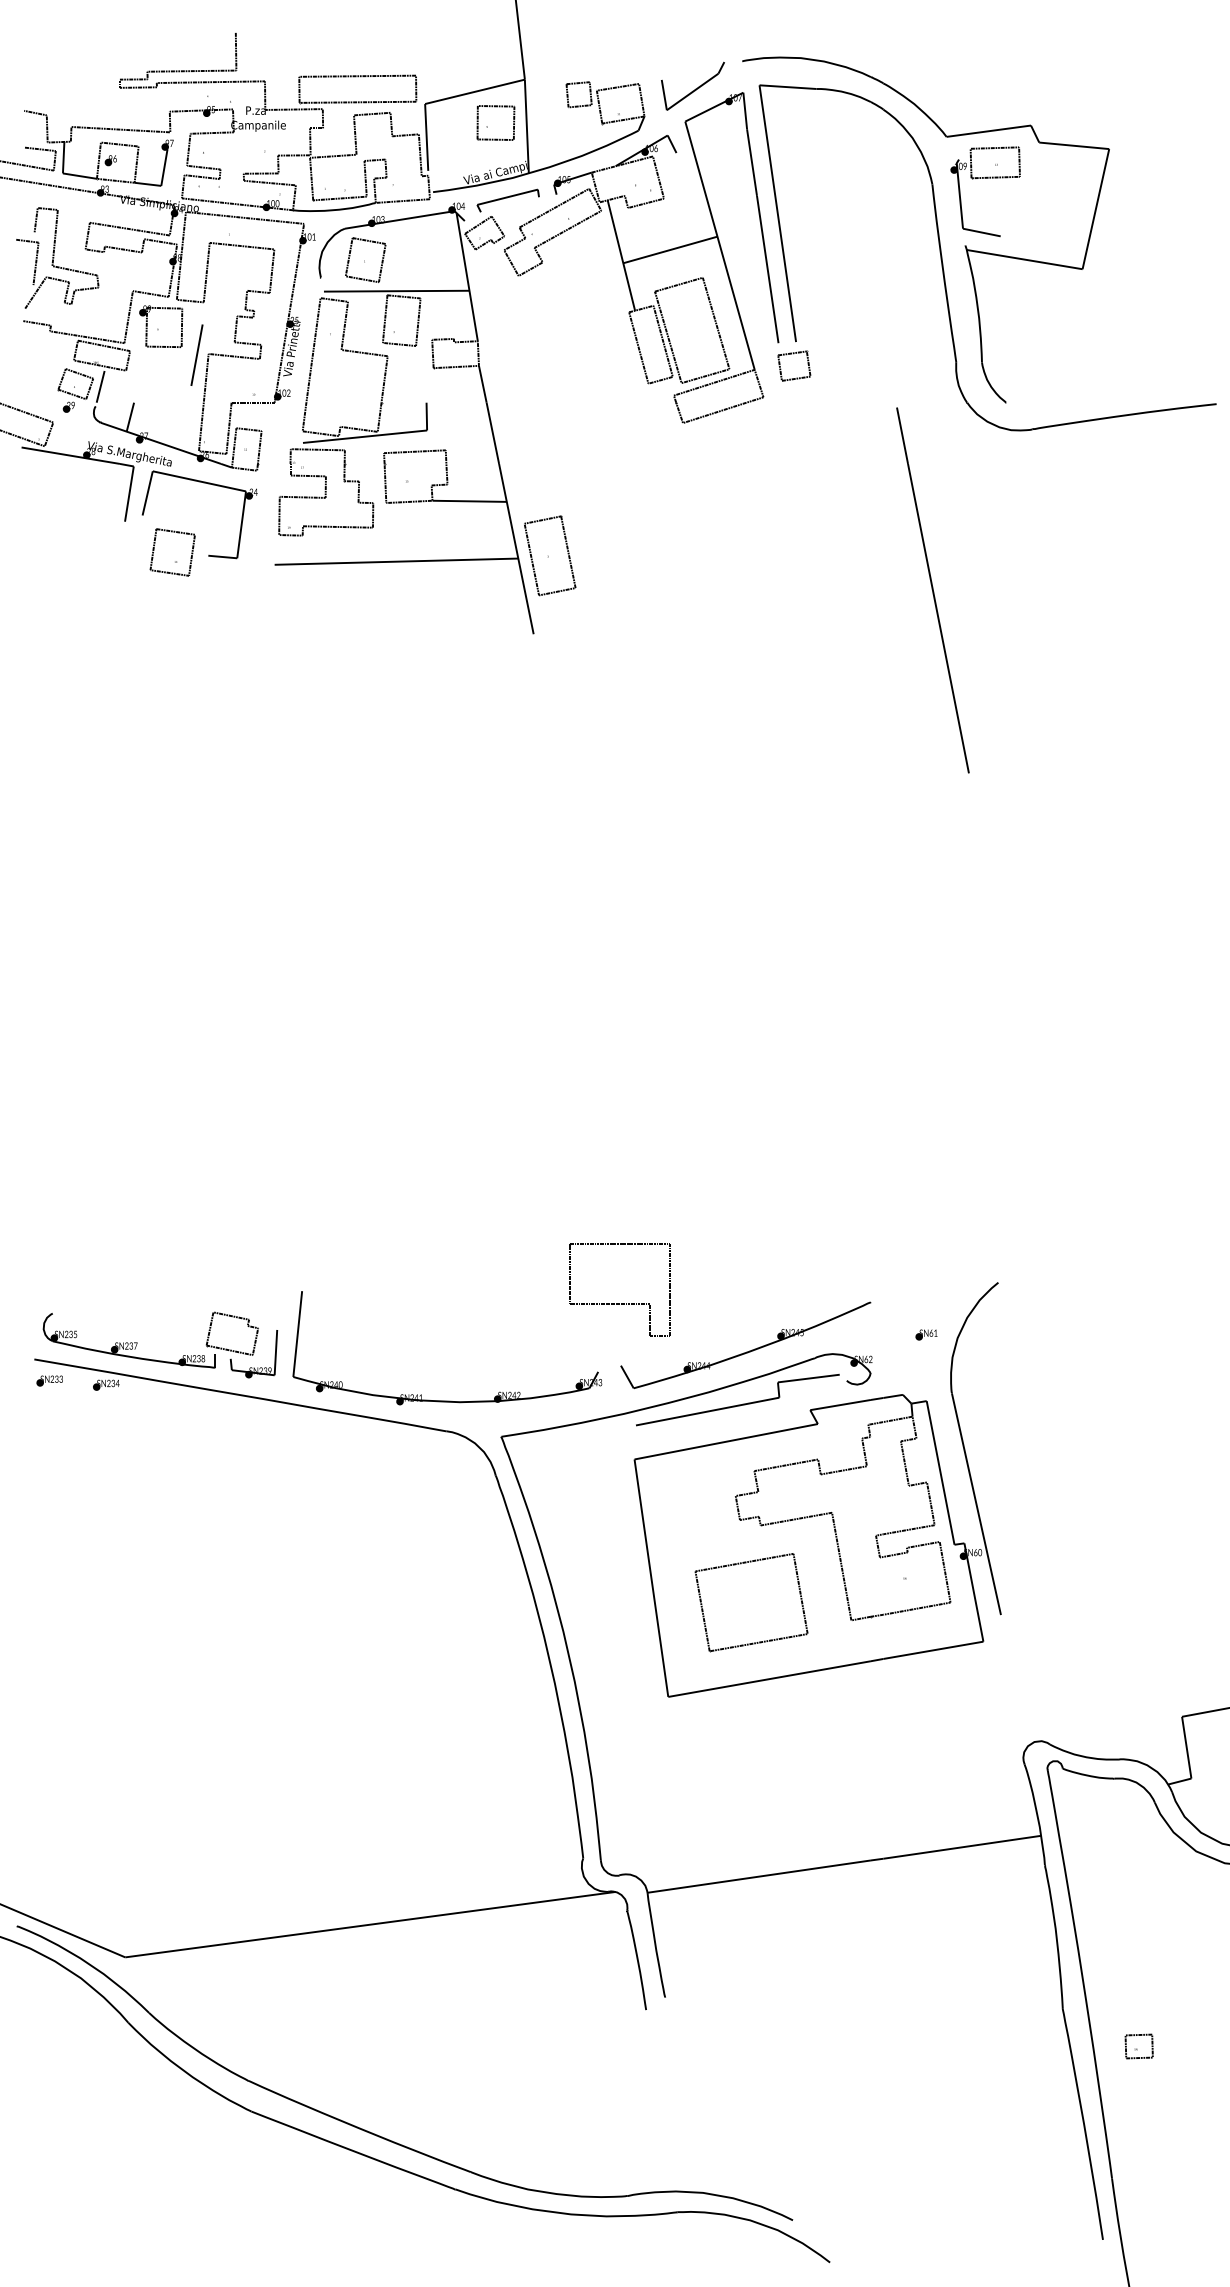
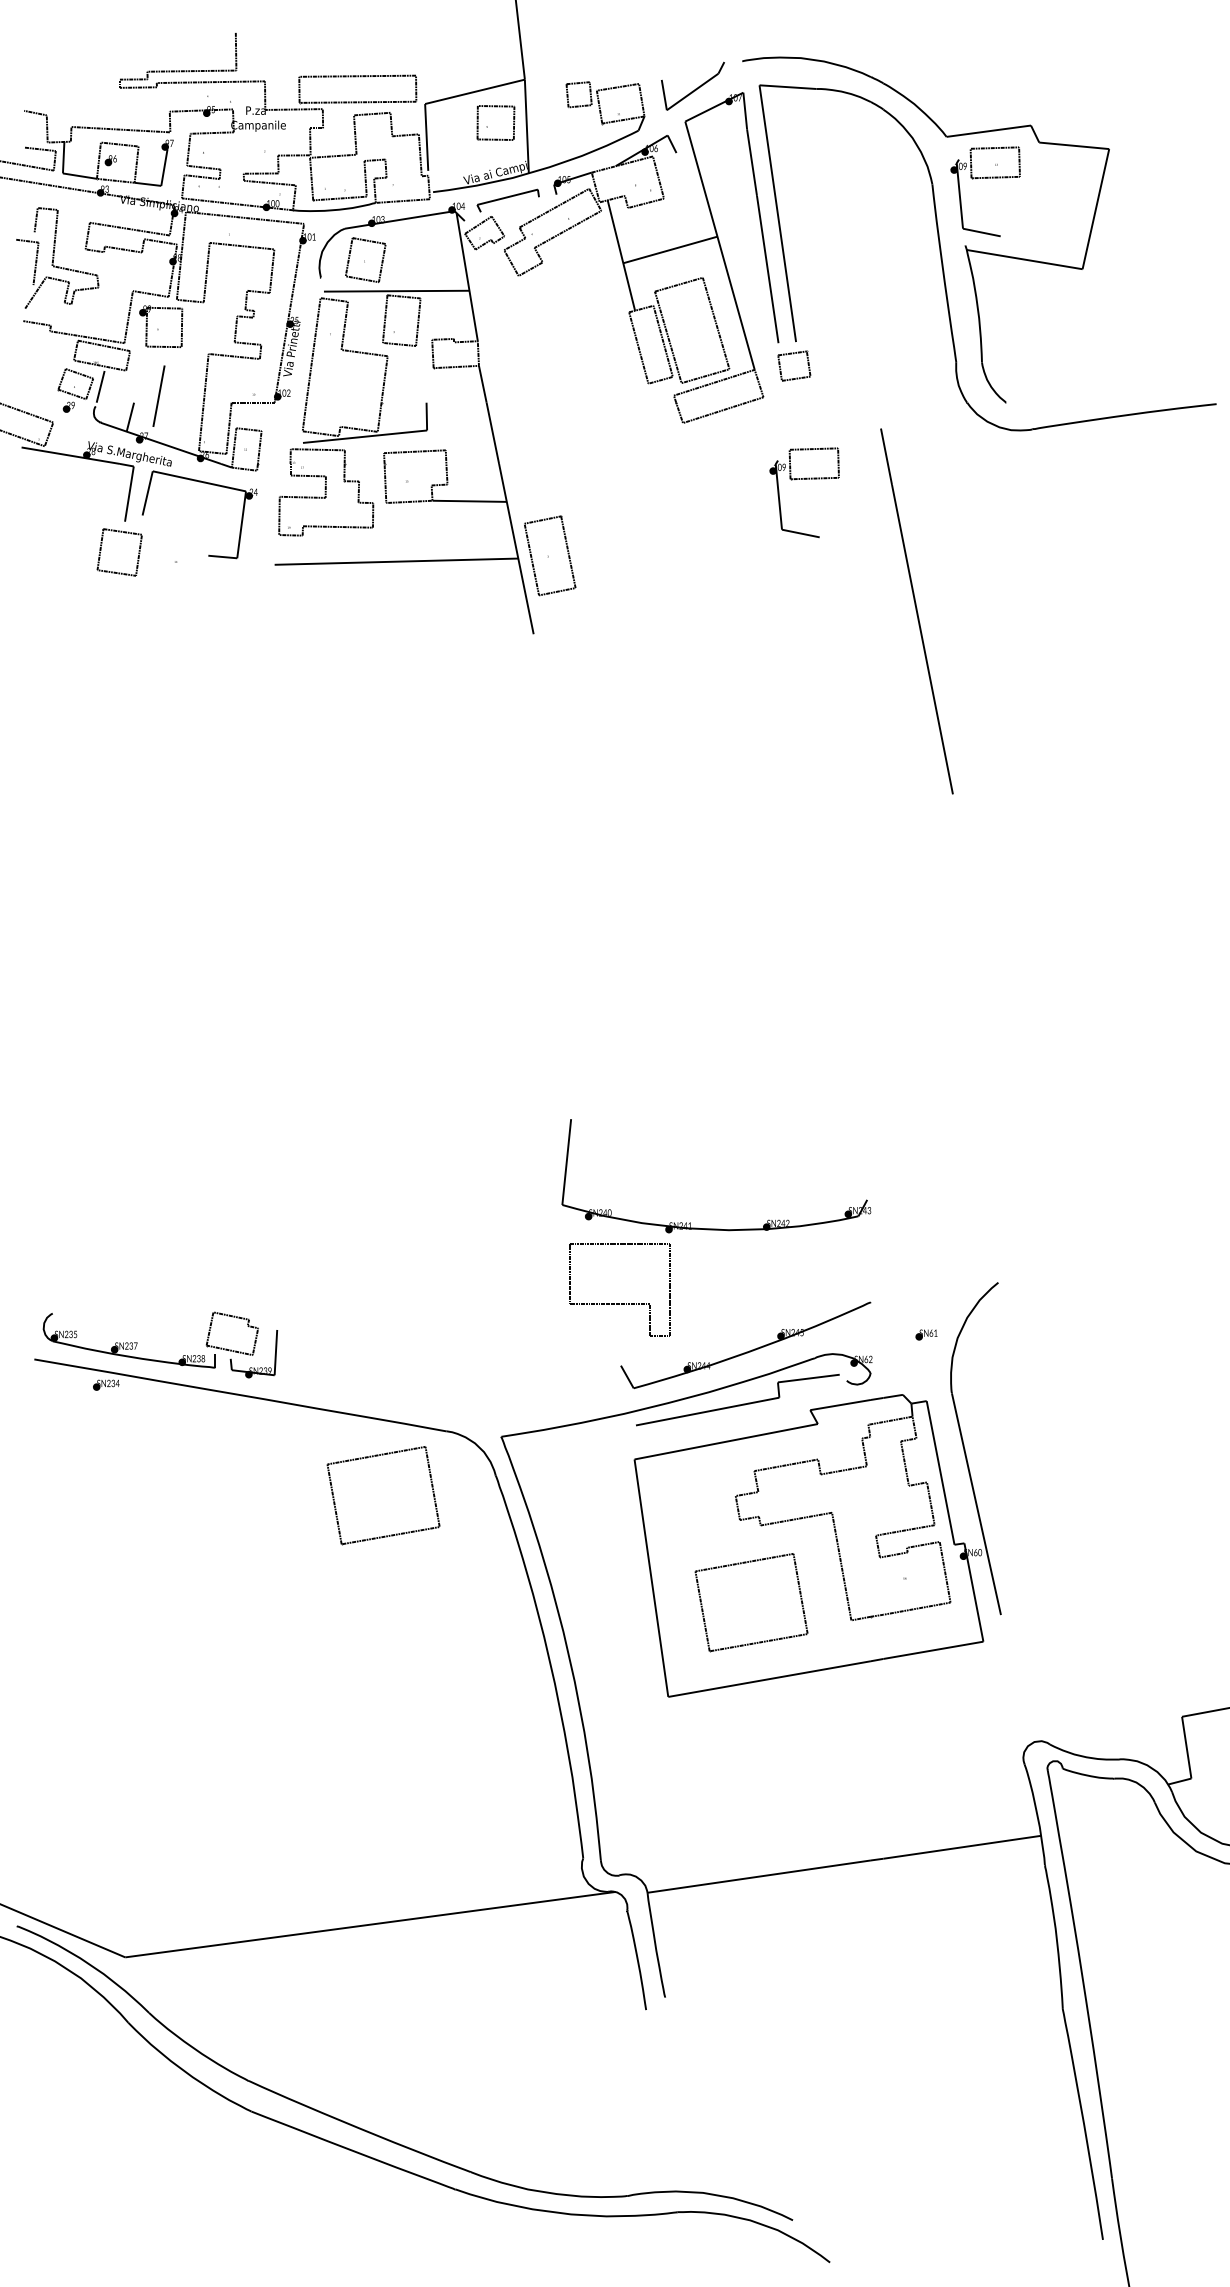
line at (196, 354) position: (196, 354) -> (158, 395)
part at (804, 479): none -> present
part at (172, 552) position: (172, 552) -> (119, 552)
line at (932, 590) position: (932, 590) -> (916, 611)
part at (49, 1380): present -> none
part at (447, 1400) position: (447, 1400) -> (716, 1228)
part at (383, 1495): none -> present
part at (1138, 2046): present -> none
